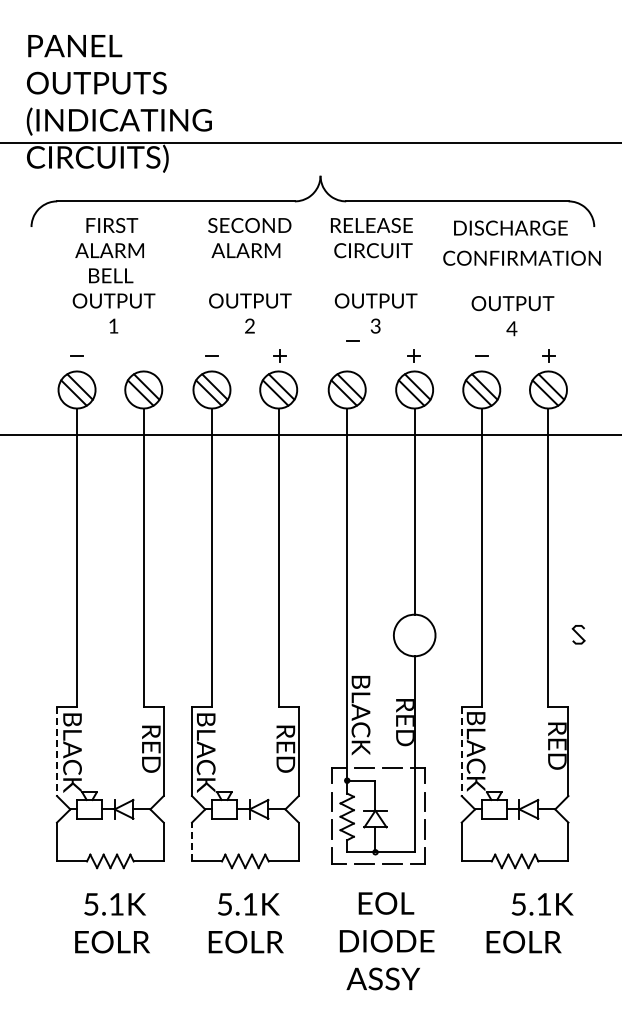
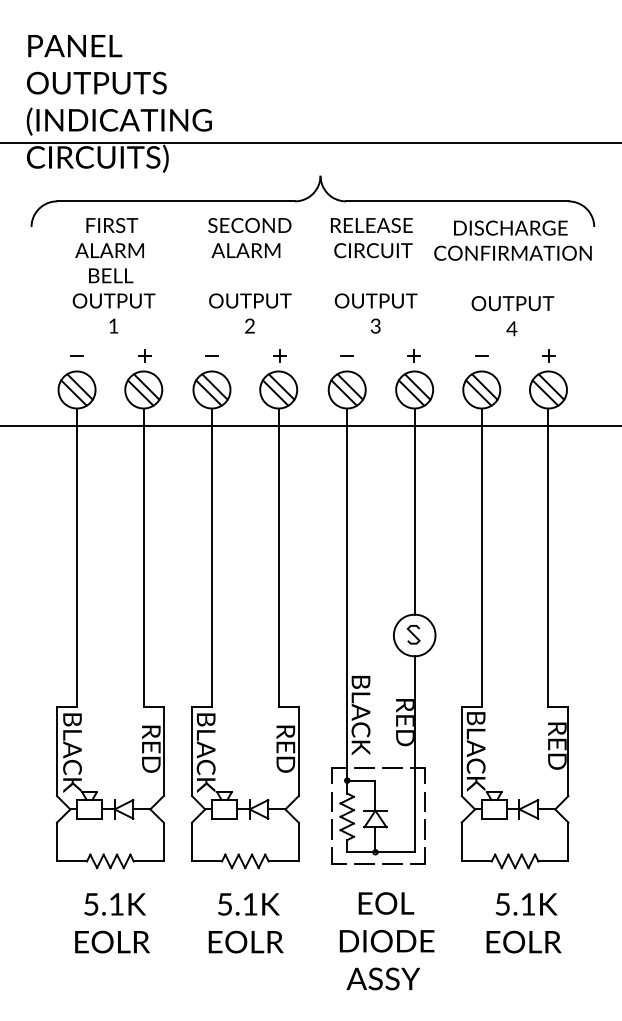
text at (521, 257) position: (521, 257) -> (512, 252)
line at (352, 340) position: (352, 340) -> (346, 355)
part at (144, 355): none -> present
line at (310, 435) position: (310, 435) -> (310, 426)
curve at (578, 634) position: (578, 634) -> (413, 634)
line at (57, 751): dashed -> solid
line at (461, 751): dashed -> solid
line at (192, 841): dashed -> solid
text at (542, 904) position: (542, 904) -> (526, 904)
